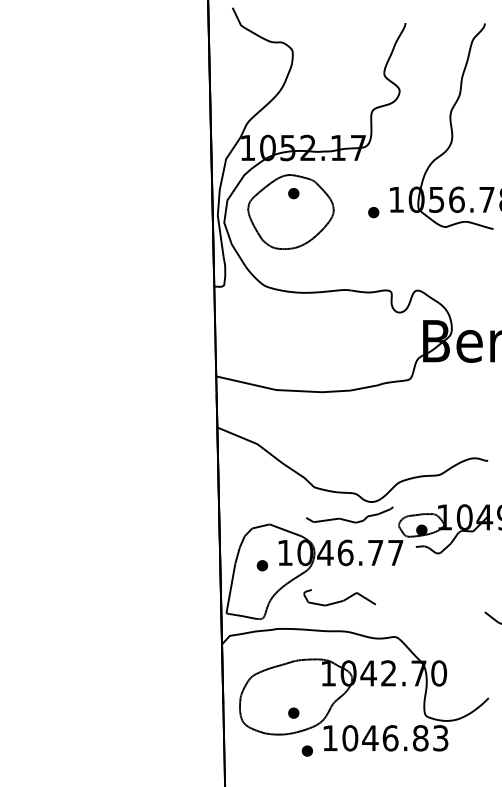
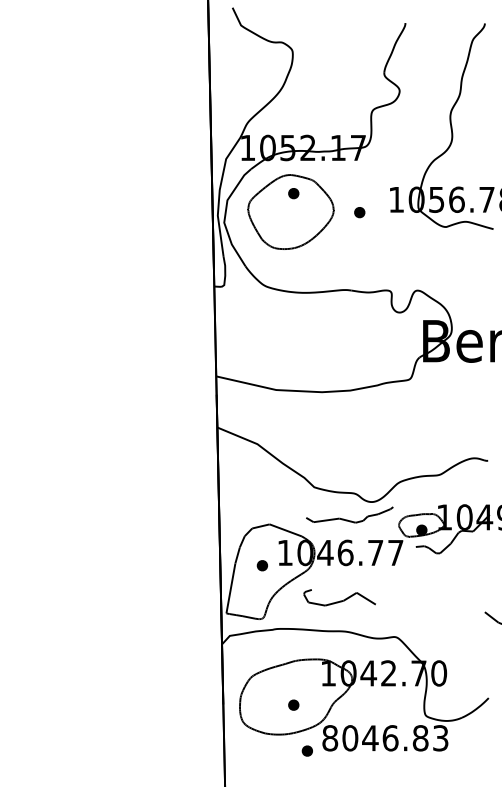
part at (373, 212) position: (373, 212) -> (359, 212)
part at (293, 712) position: (293, 712) -> (293, 704)
text at (330, 738): 1046.83 -> 8046.83
